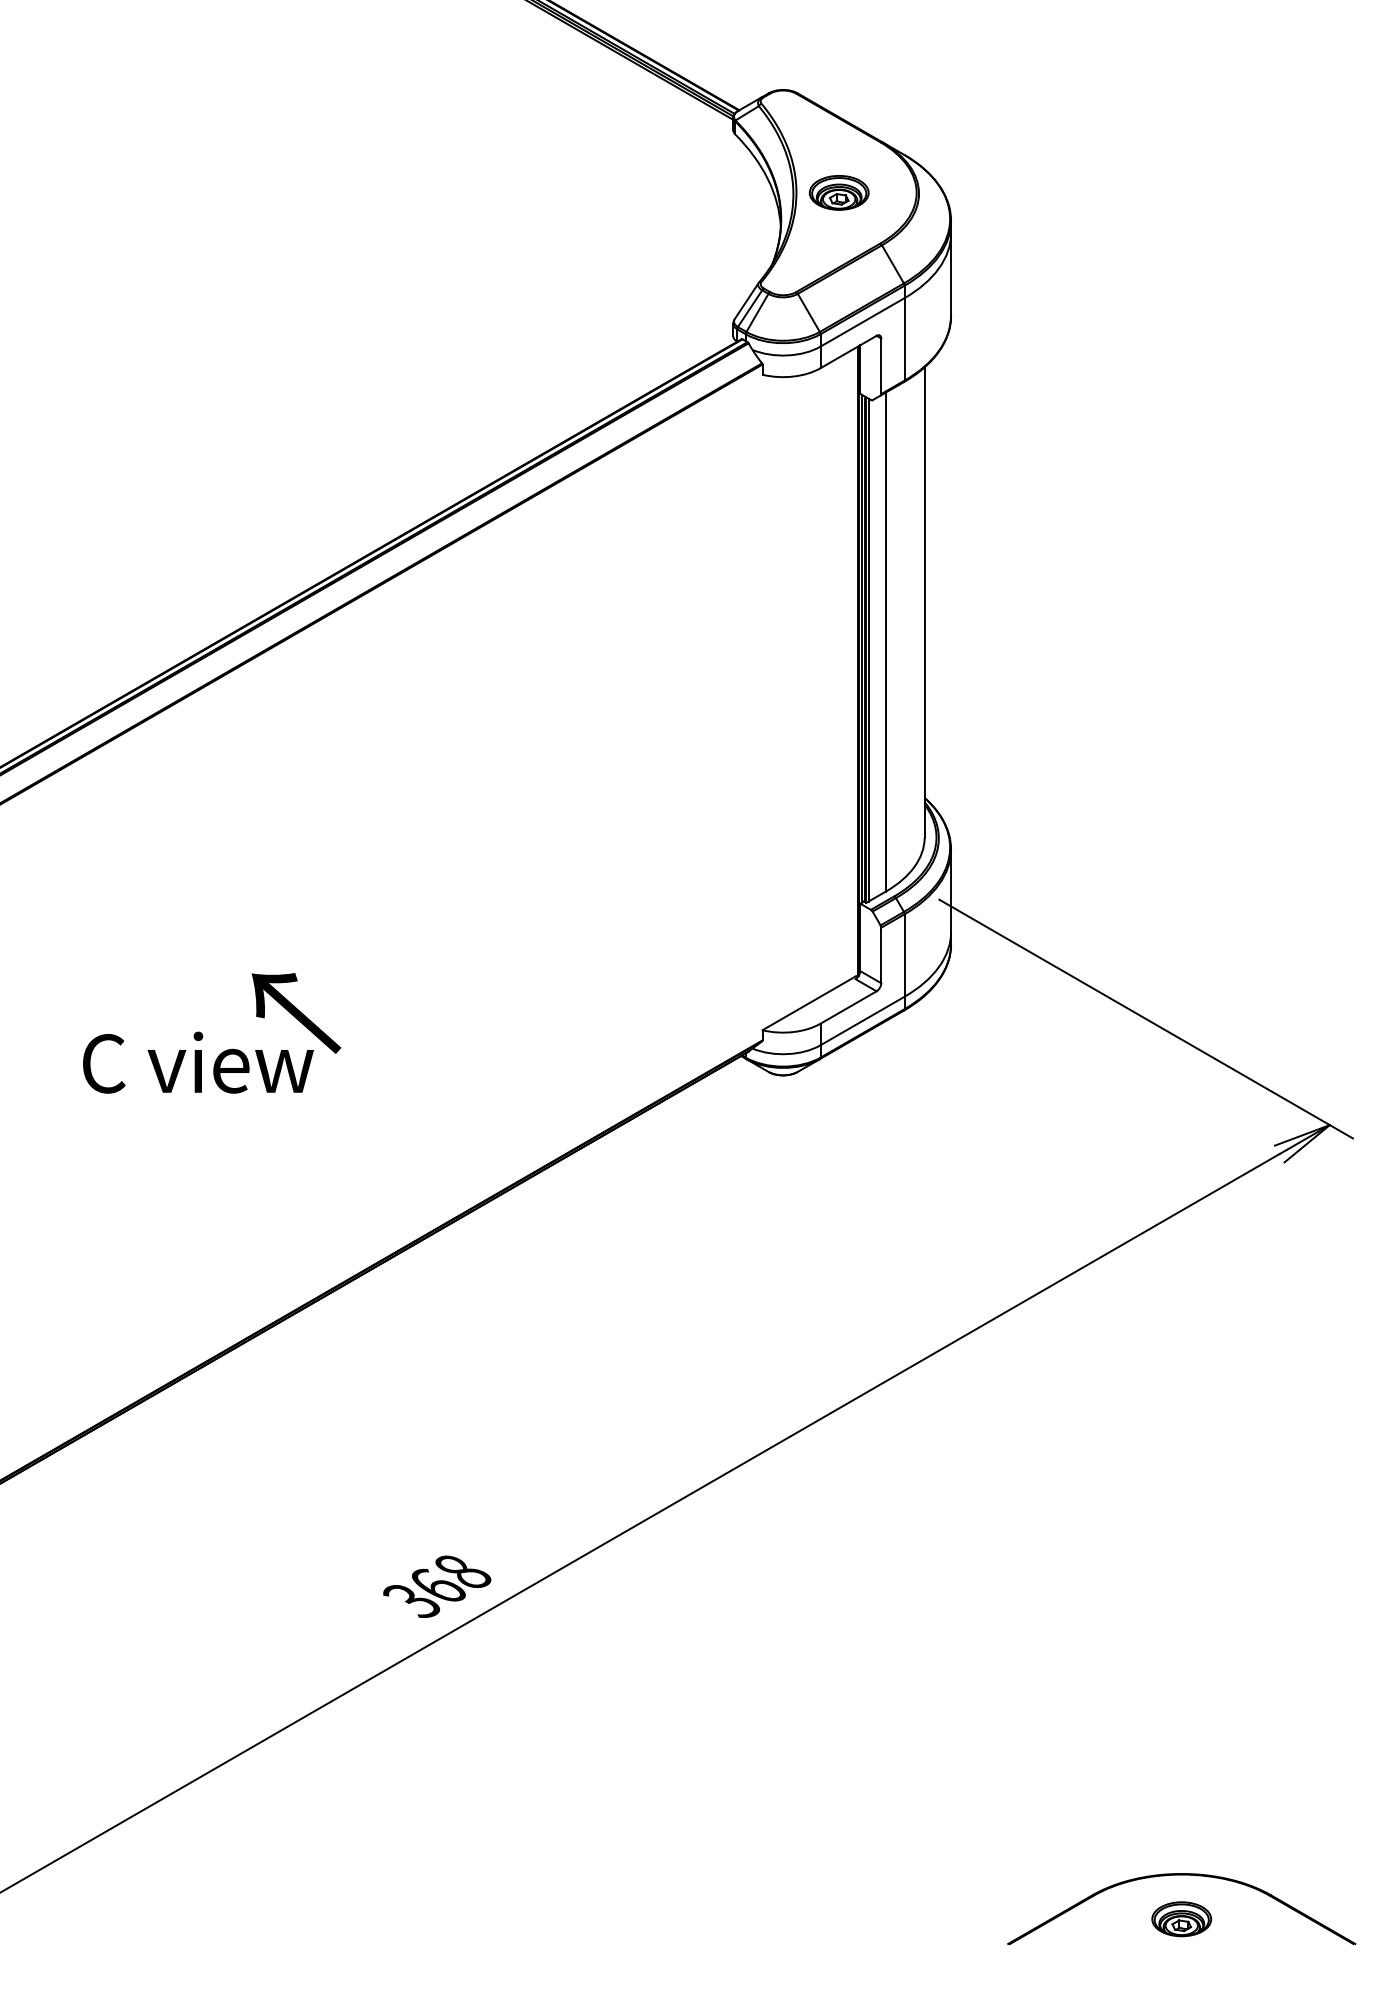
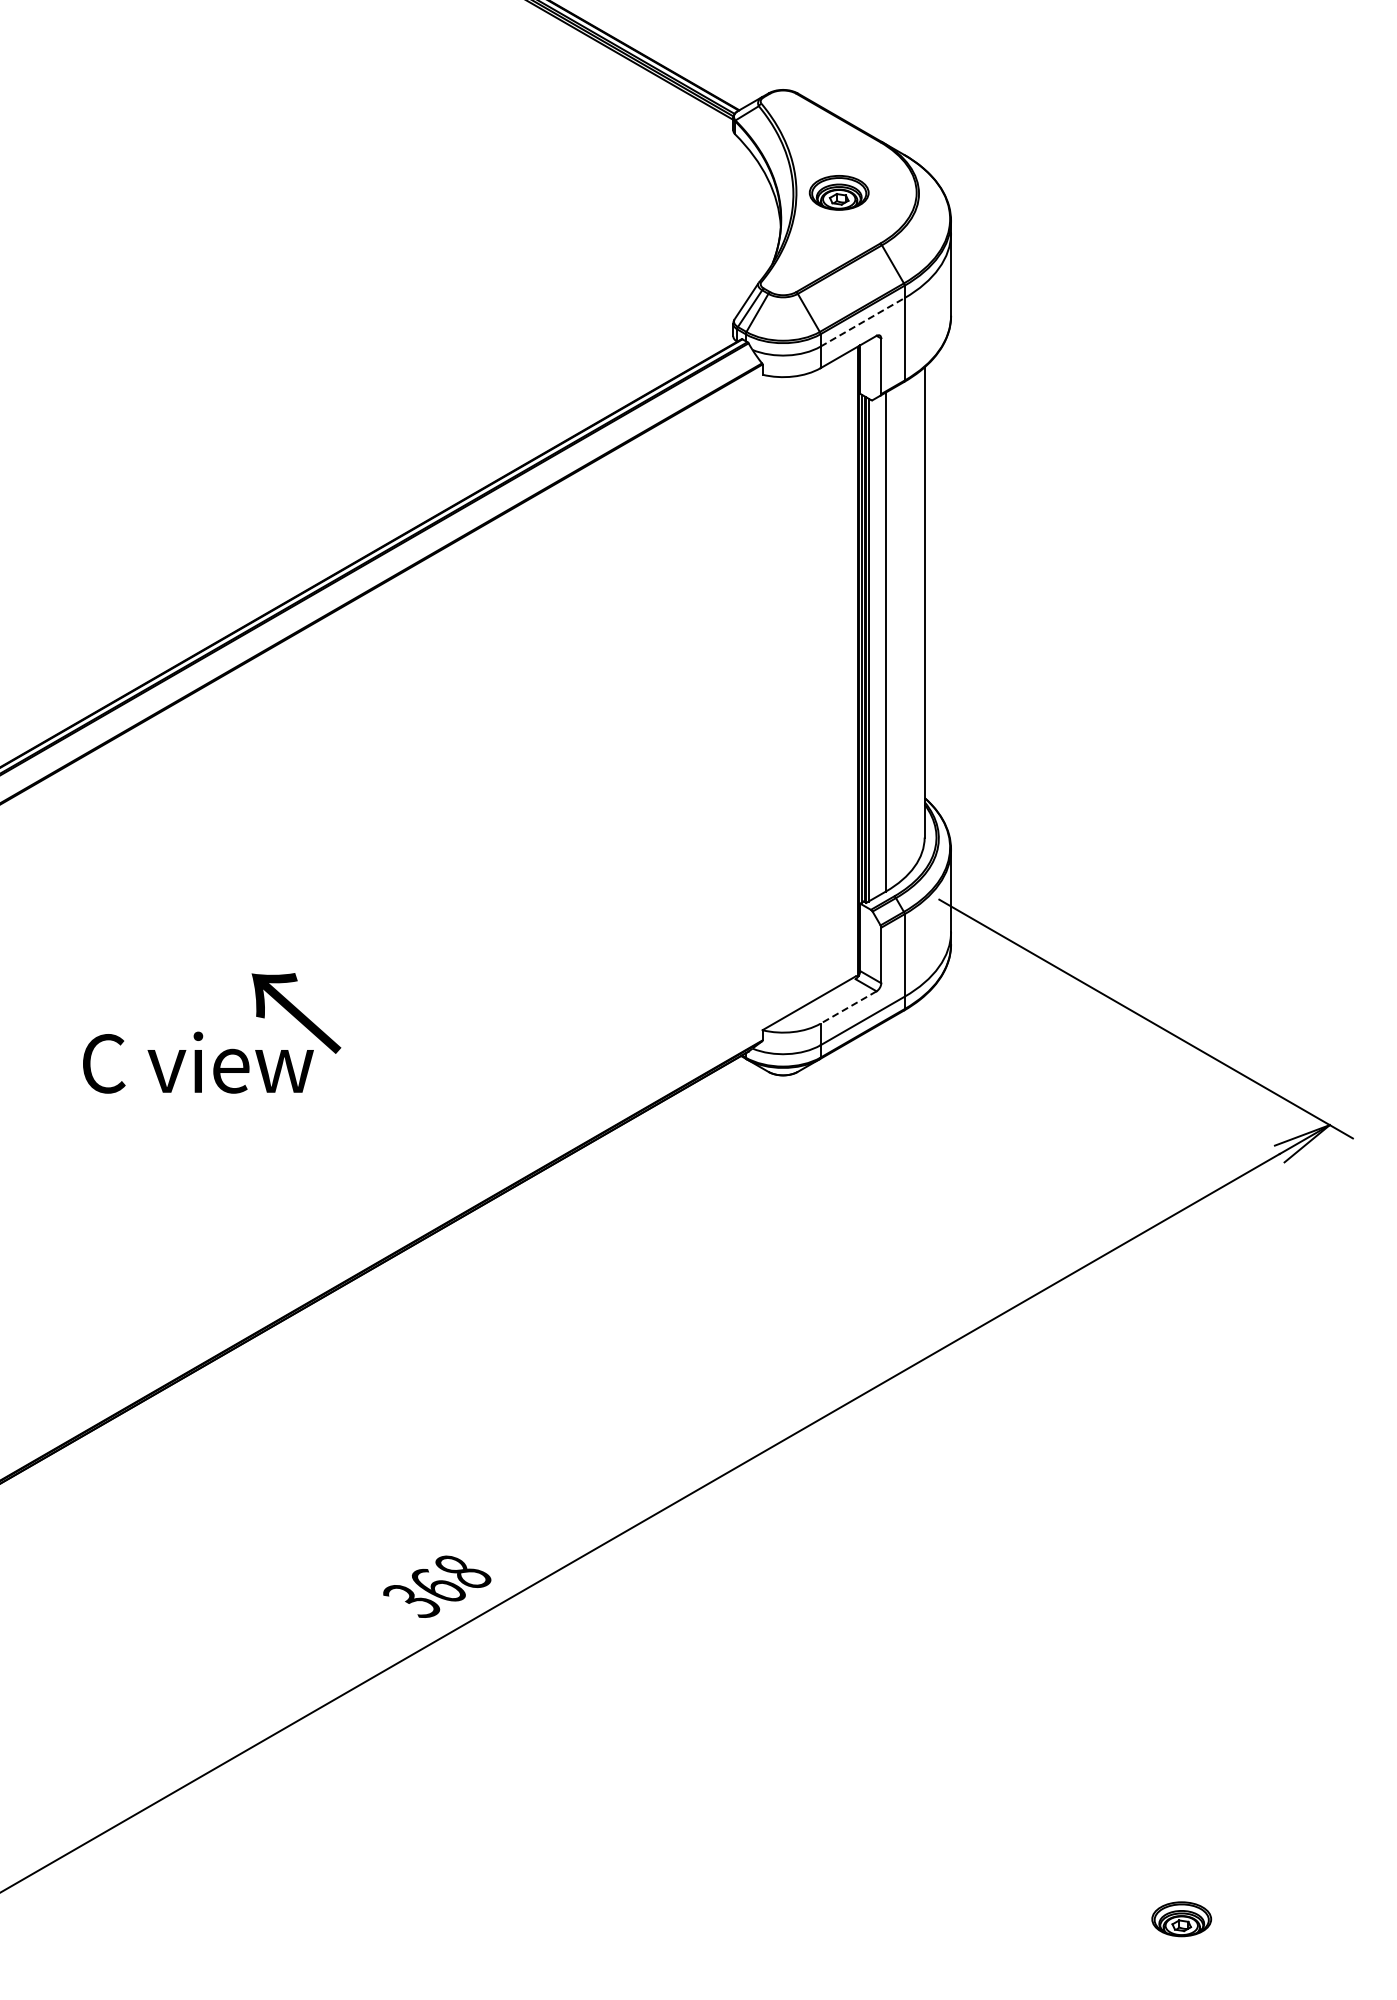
line at (862, 322): solid -> dashed
line at (848, 1007): solid -> dashed
part at (1181, 1875): present -> none
